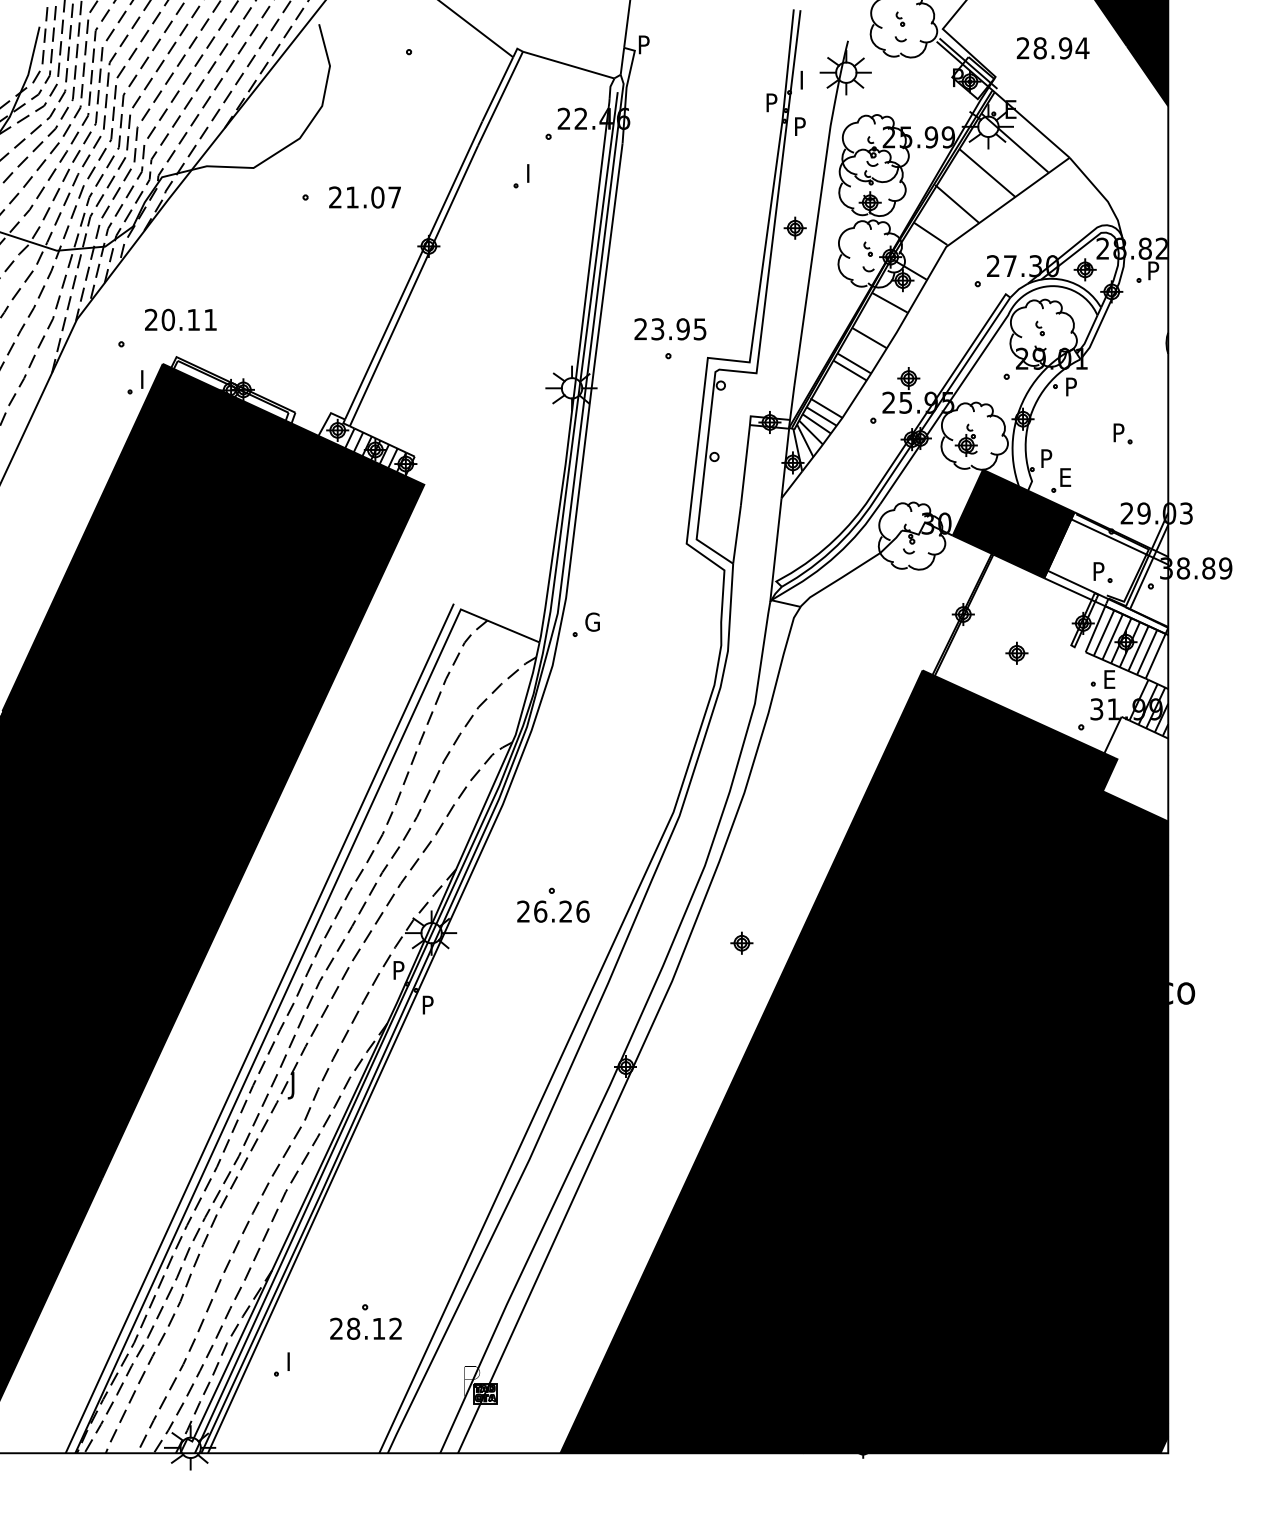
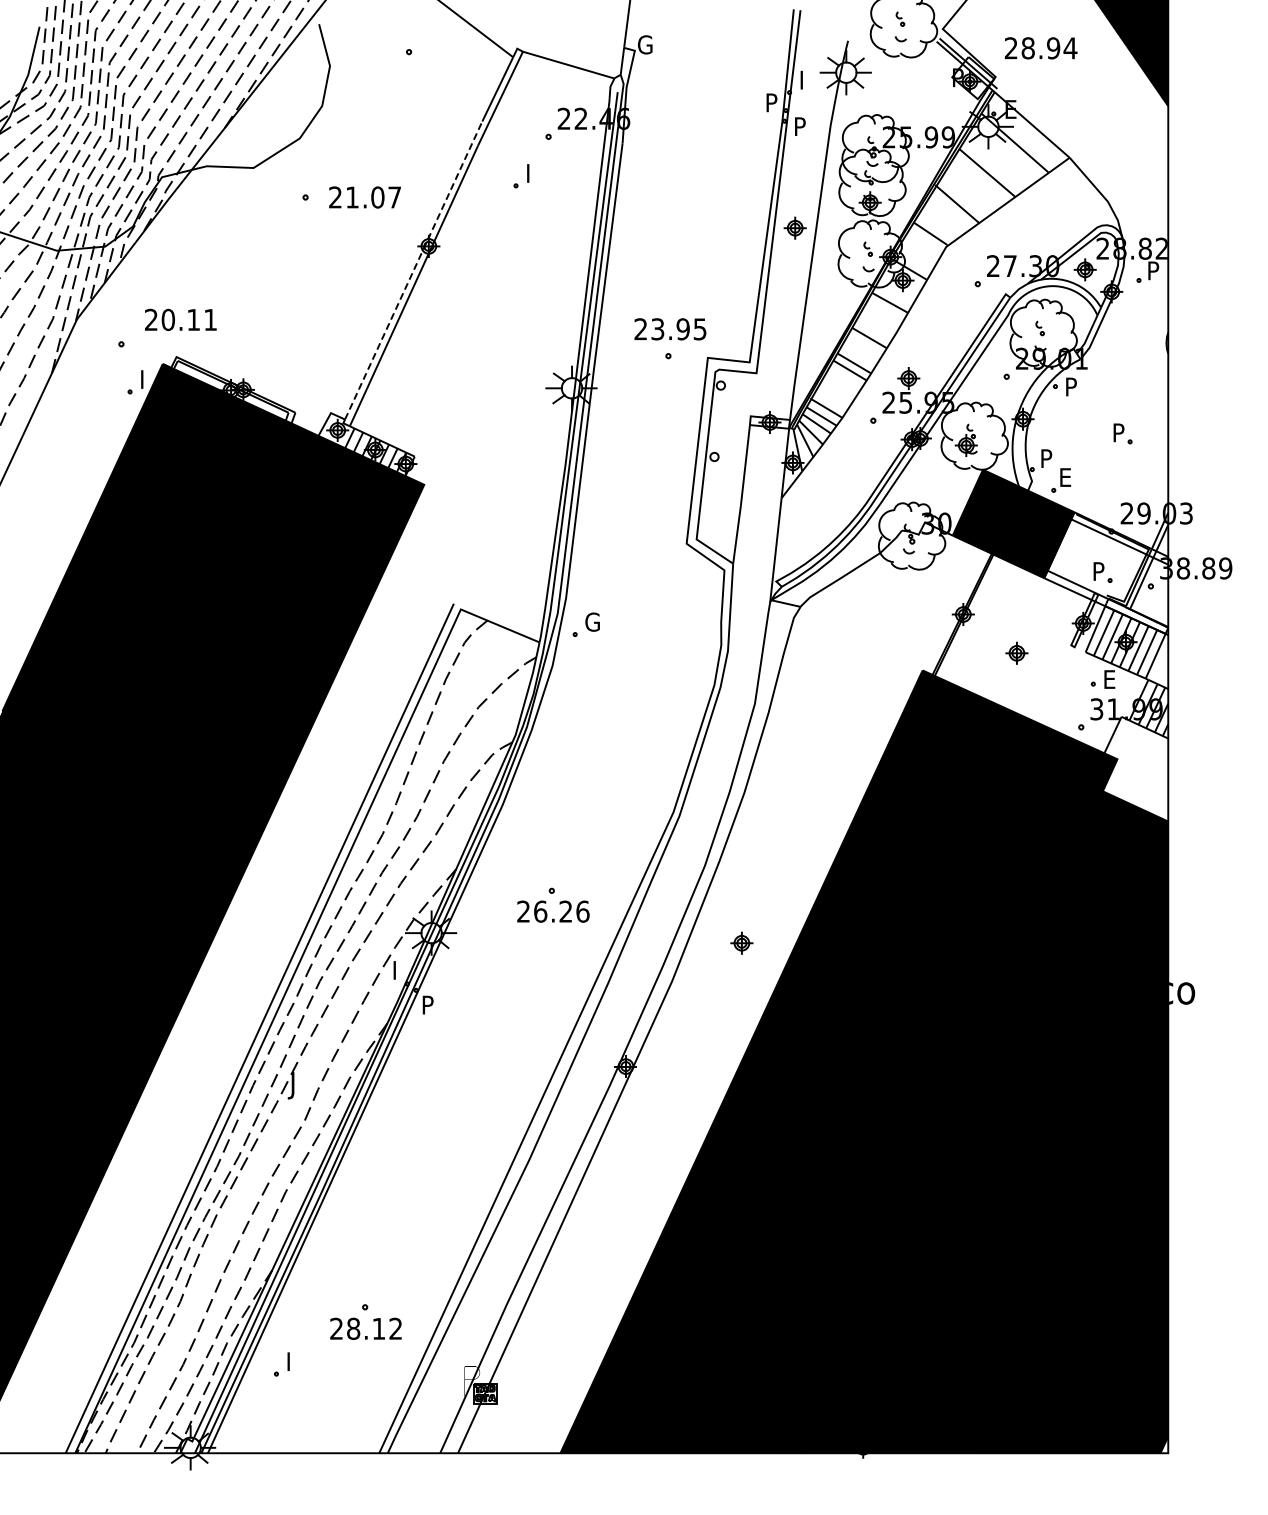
text at (645, 44): P -> G
text at (1052, 48) position: (1052, 48) -> (1040, 48)
line at (413, 270): solid -> dashed
text at (400, 966): P -> I
